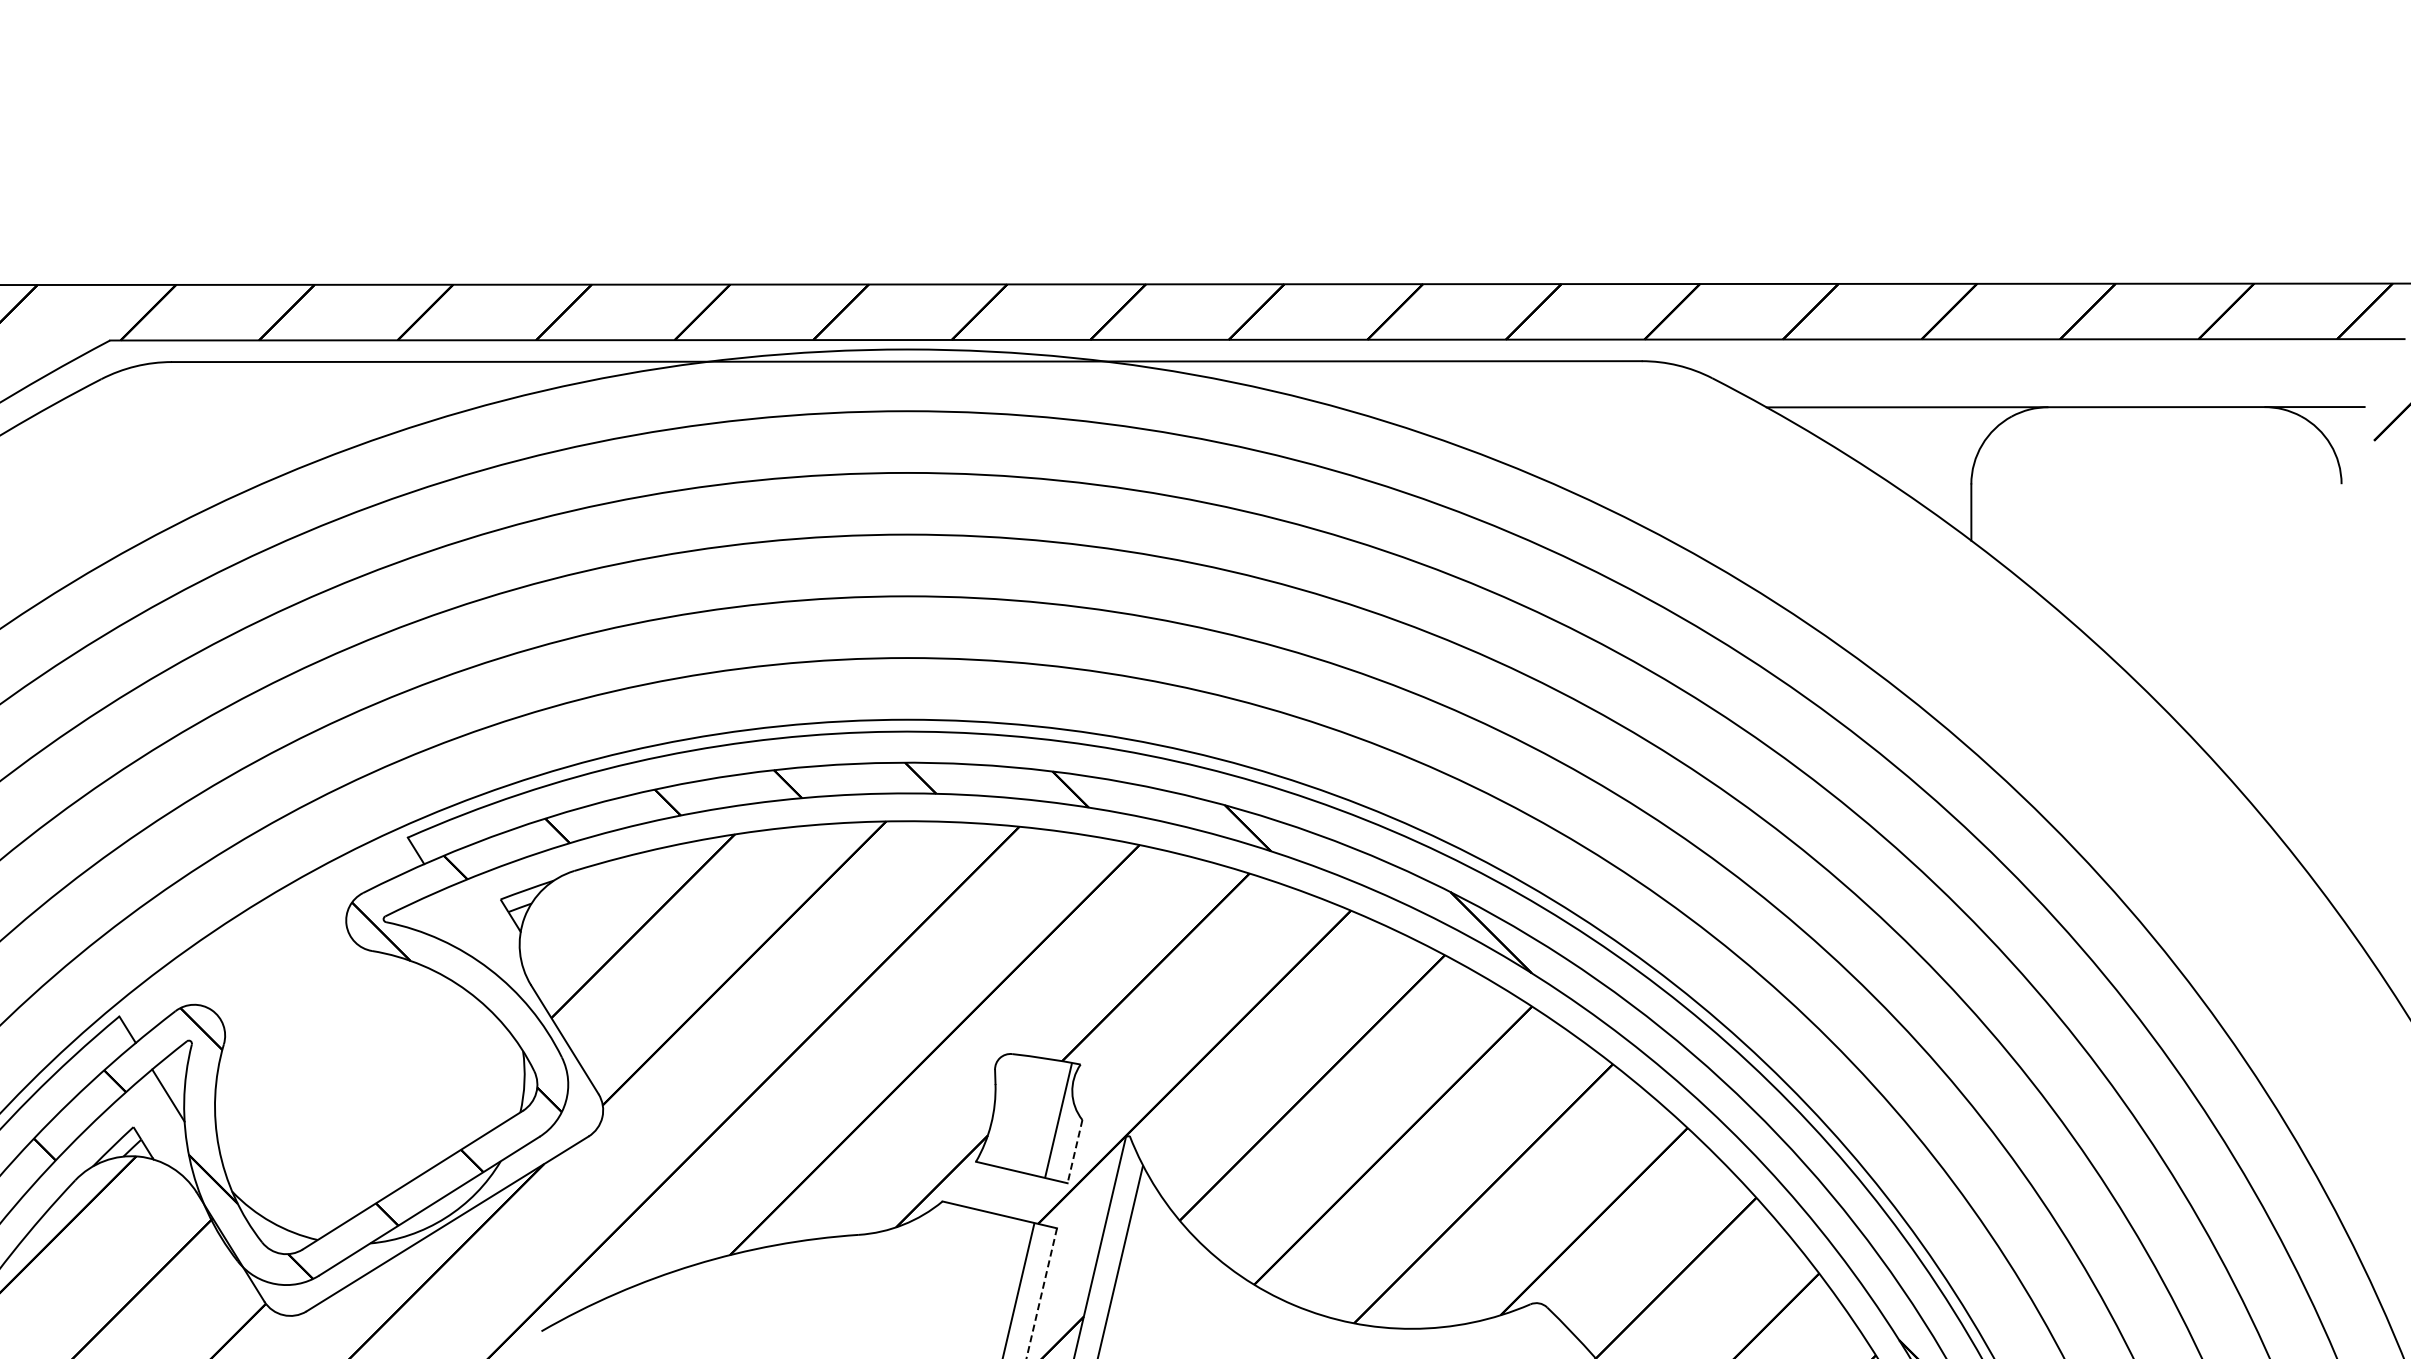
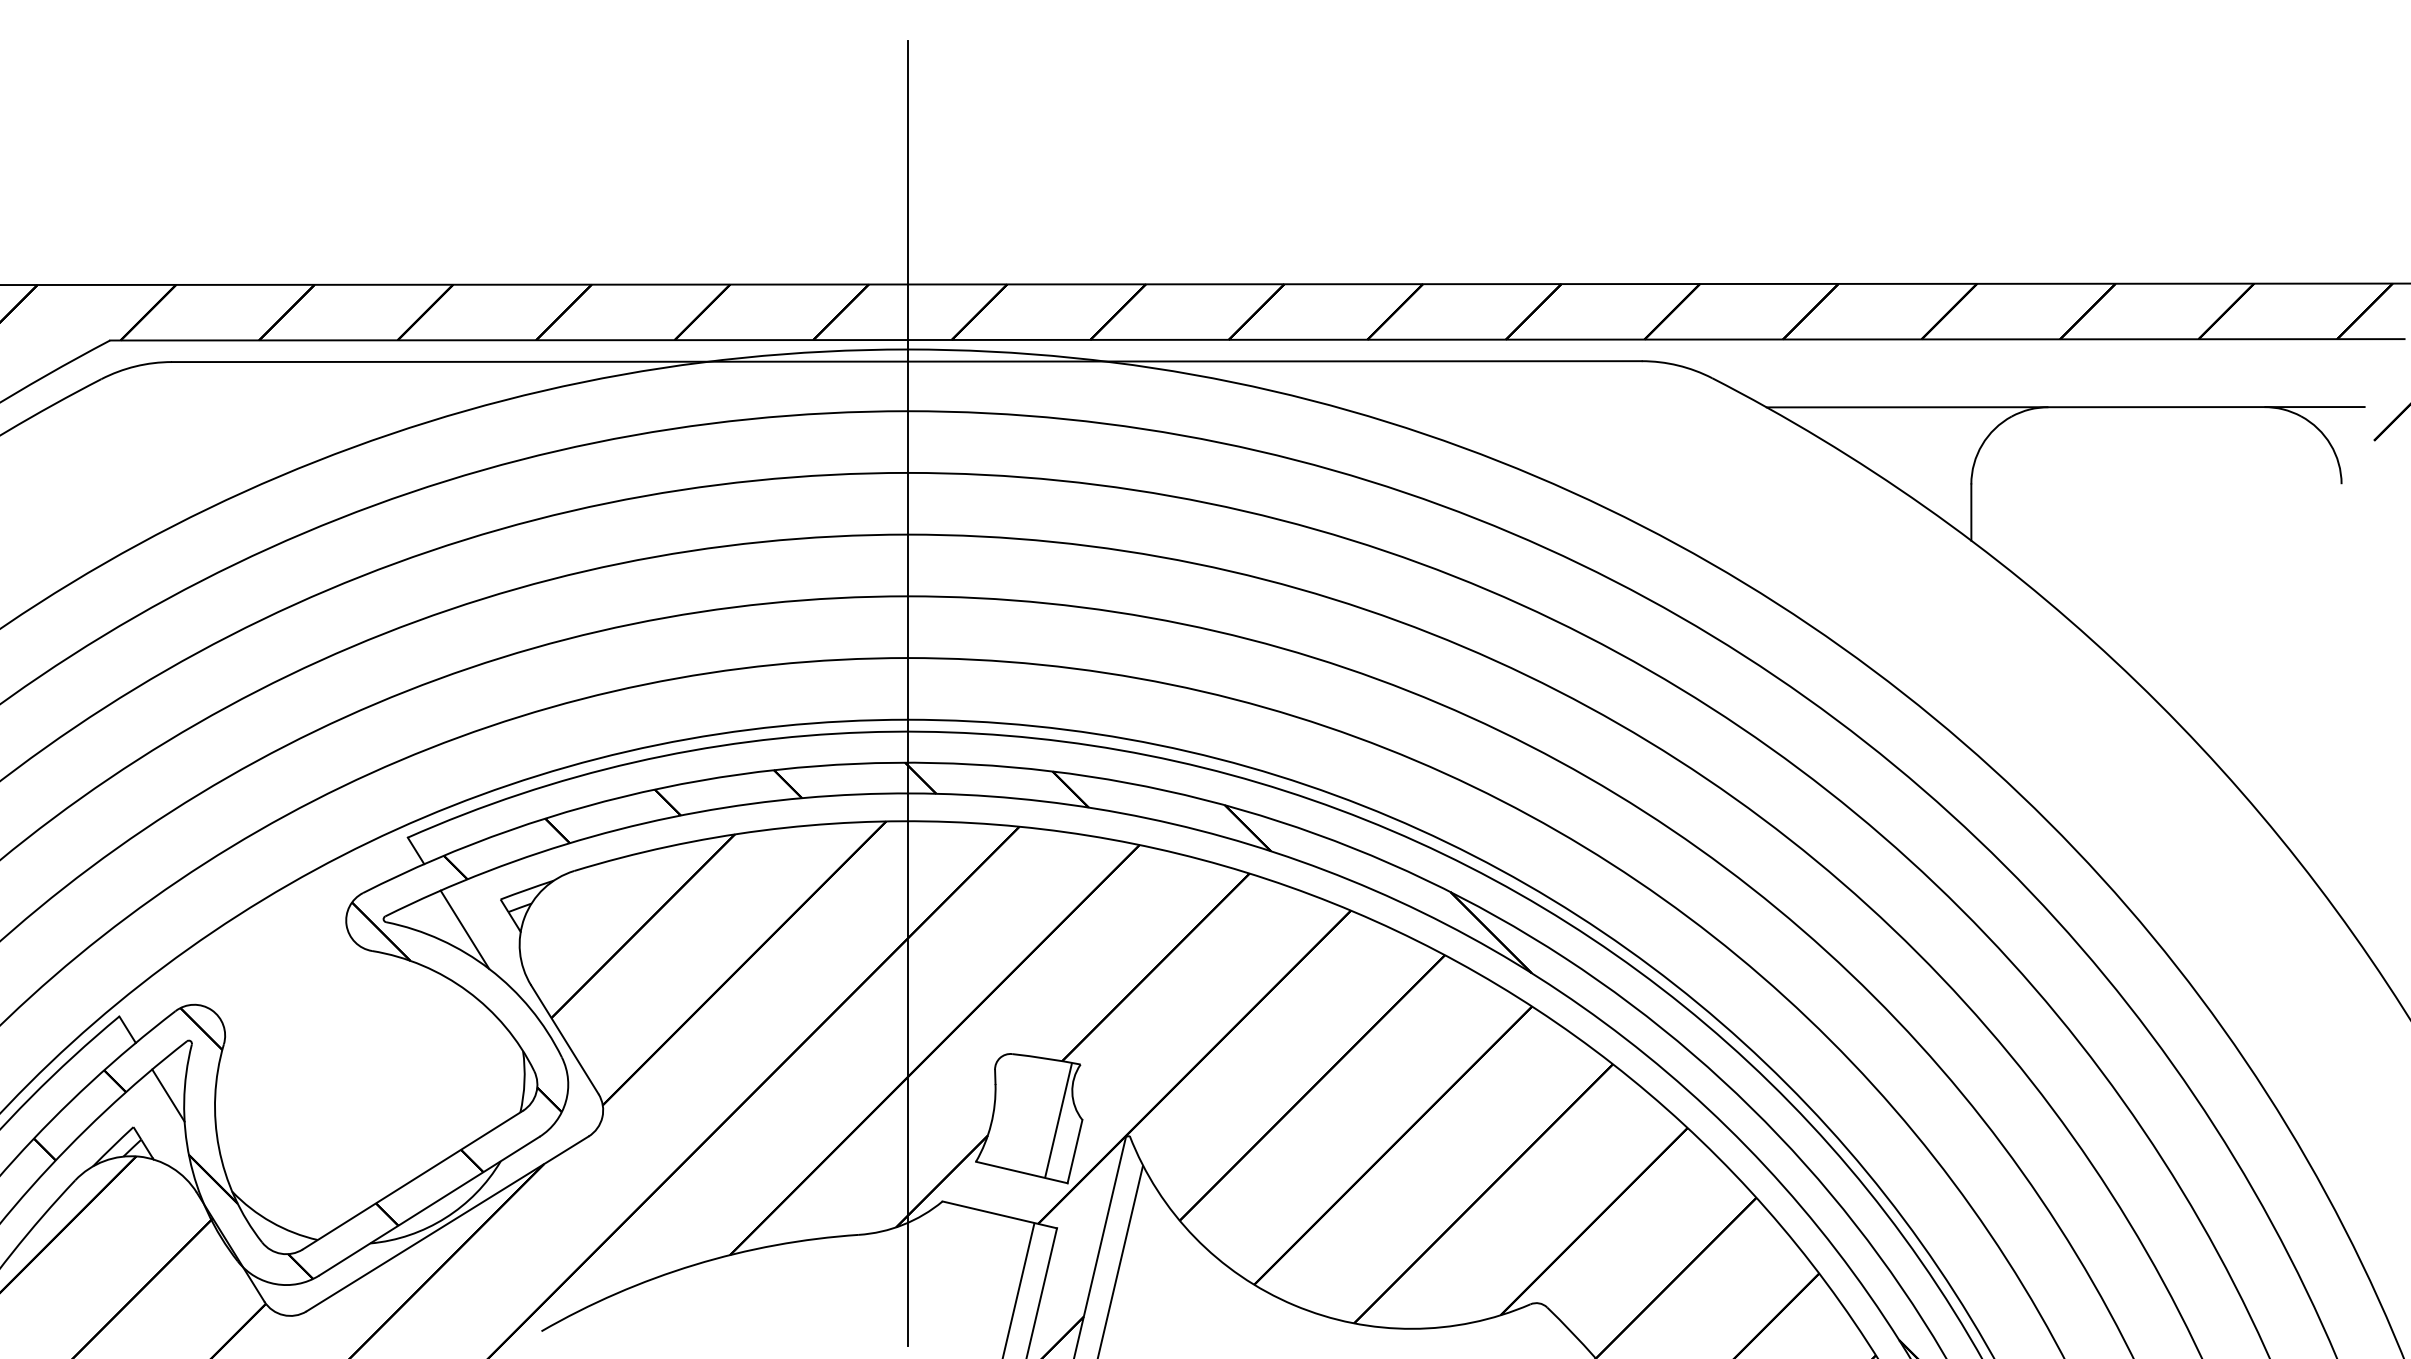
line at (907, 692): none -> present
line at (464, 929): none -> present
line at (1074, 1152): dashed -> solid
line at (1041, 1293): dashed -> solid
